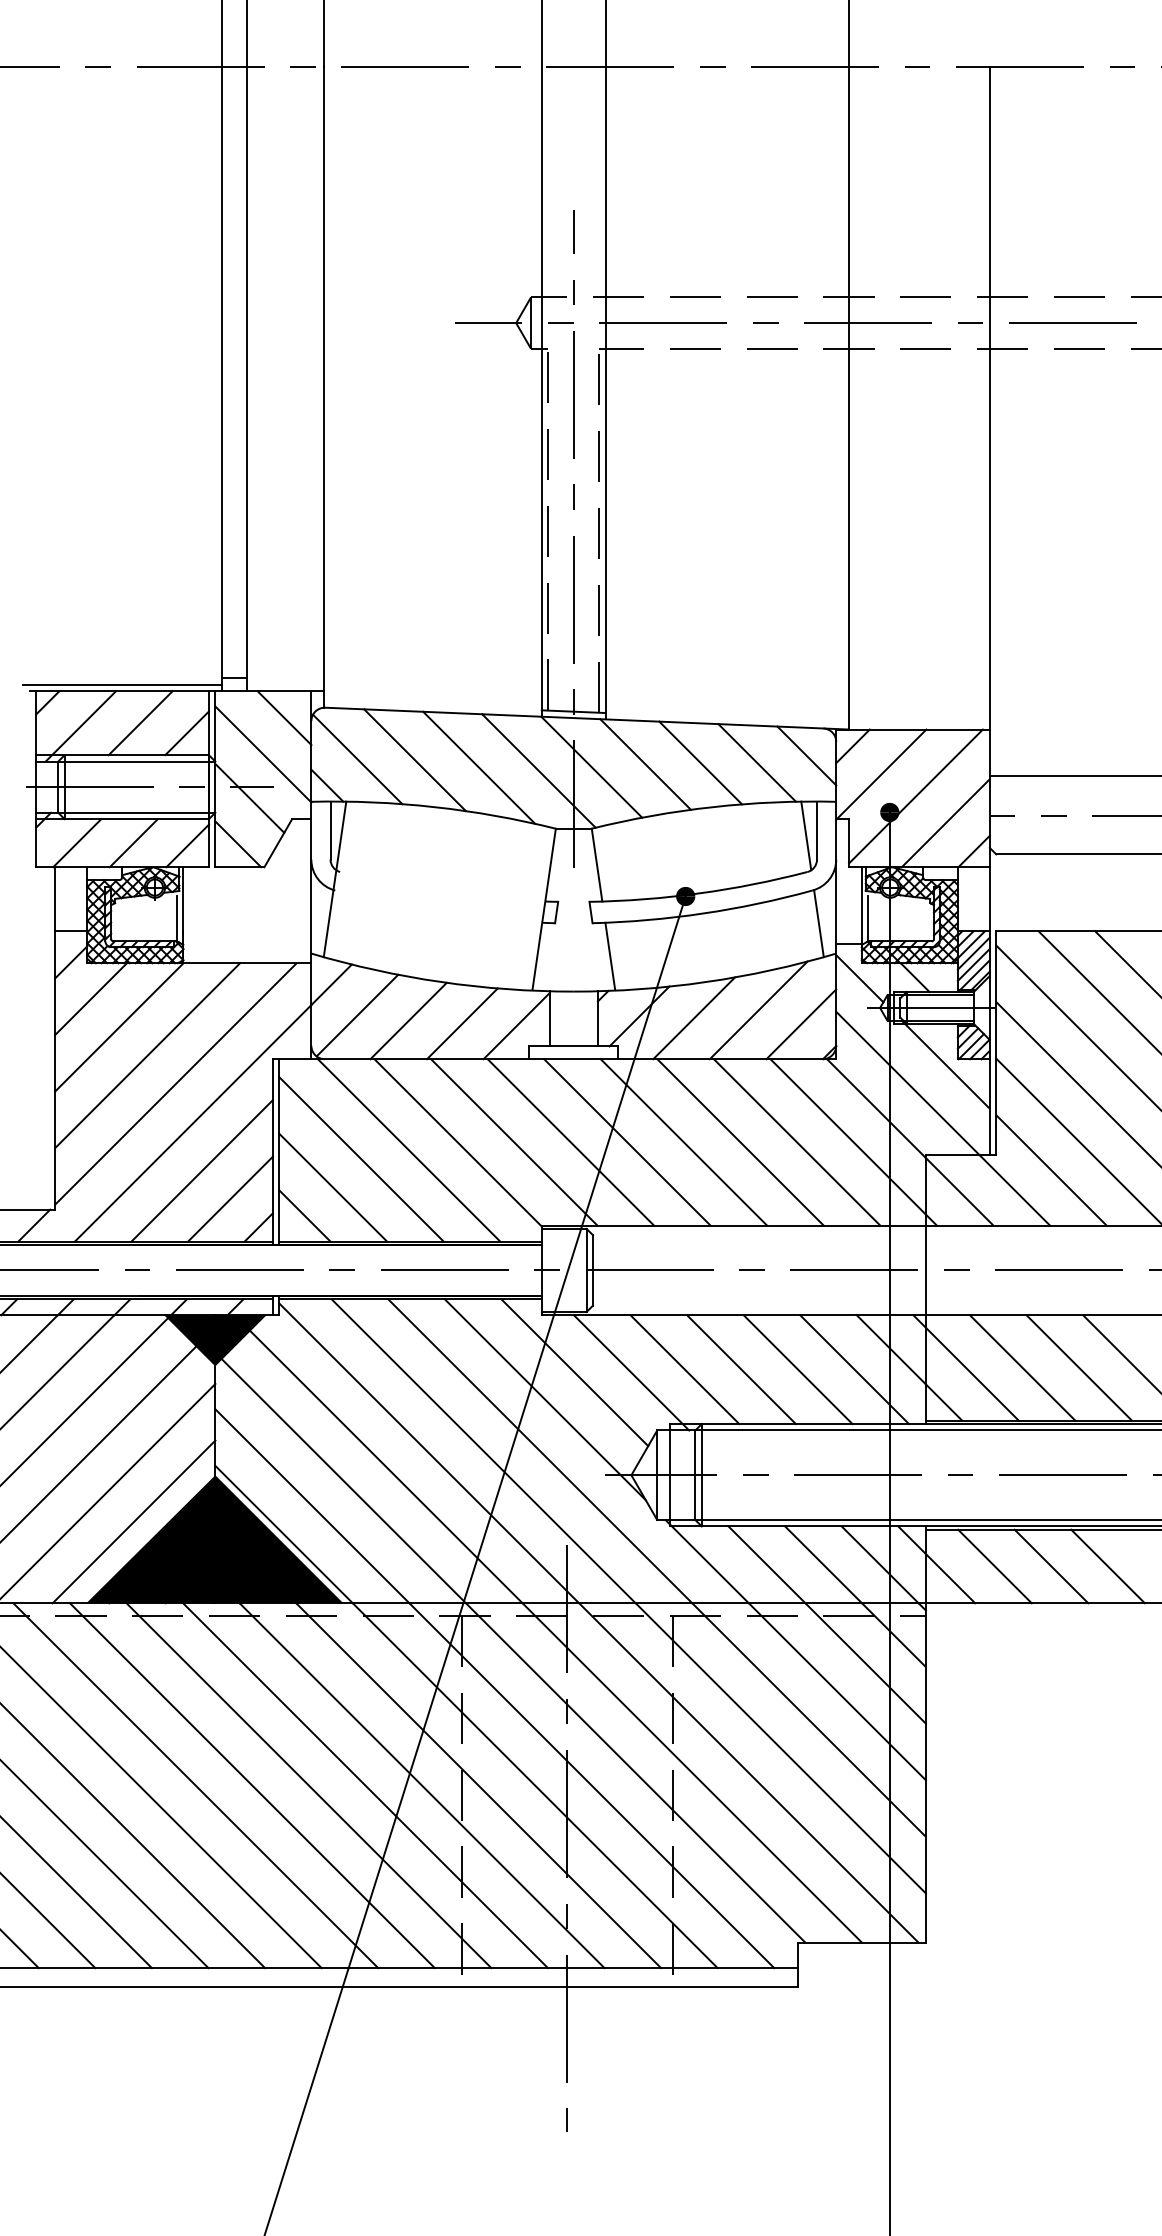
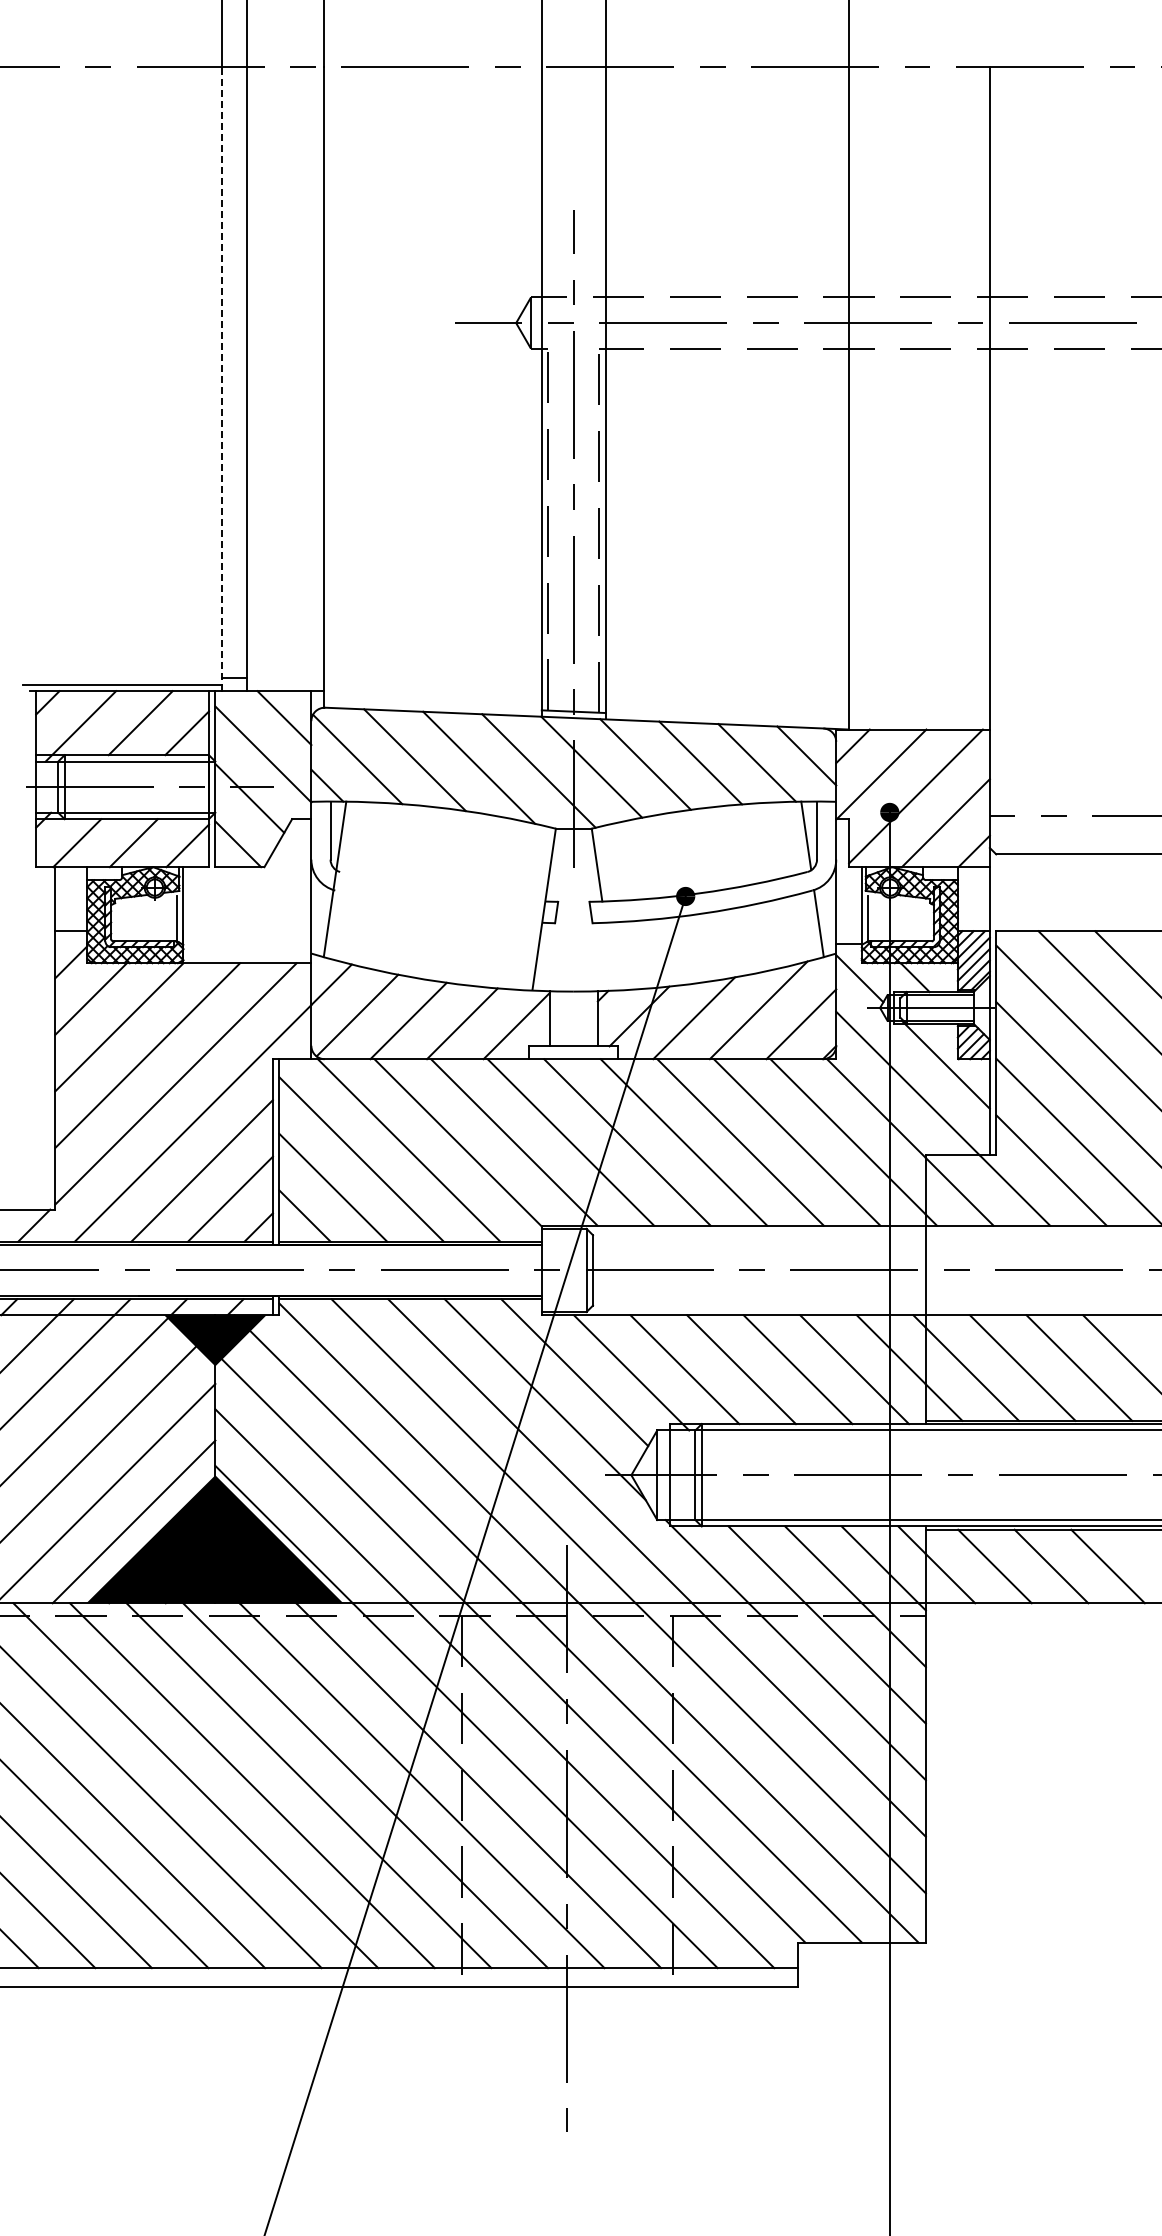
line at (221, 378): solid -> dashed
line at (1073, 775): present -> none
line at (610, 955): present -> none
